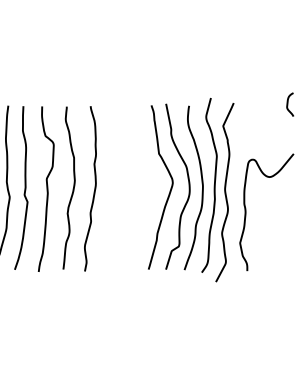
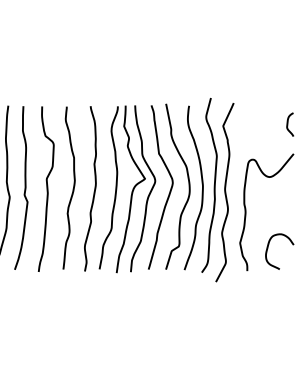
curve at (288, 104) position: (288, 104) -> (288, 124)
part at (127, 189): none -> present
curve at (268, 248): none -> present
